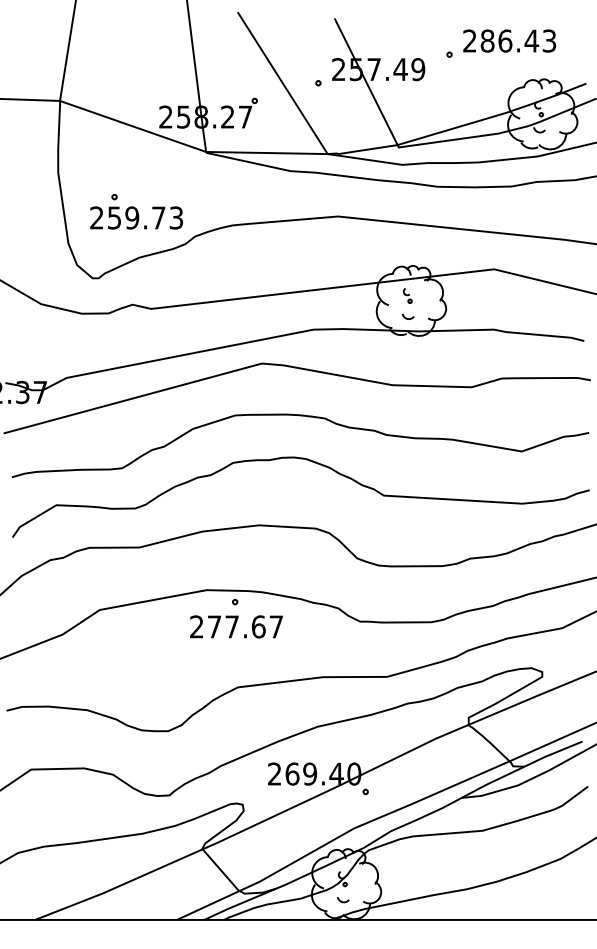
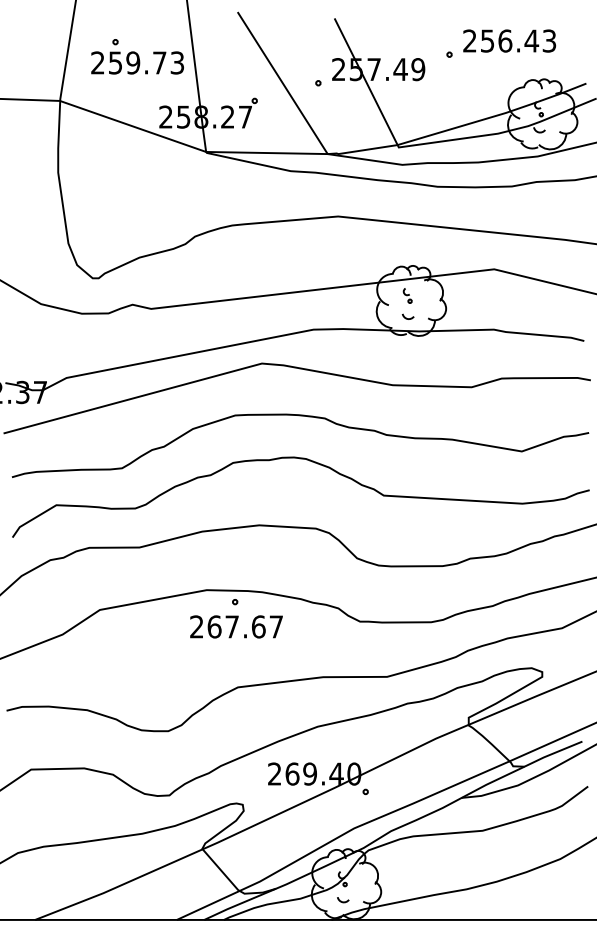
text at (487, 40): 286.43 -> 256.43
part at (136, 211) position: (136, 211) -> (137, 56)
text at (214, 626): 277.67 -> 267.67
